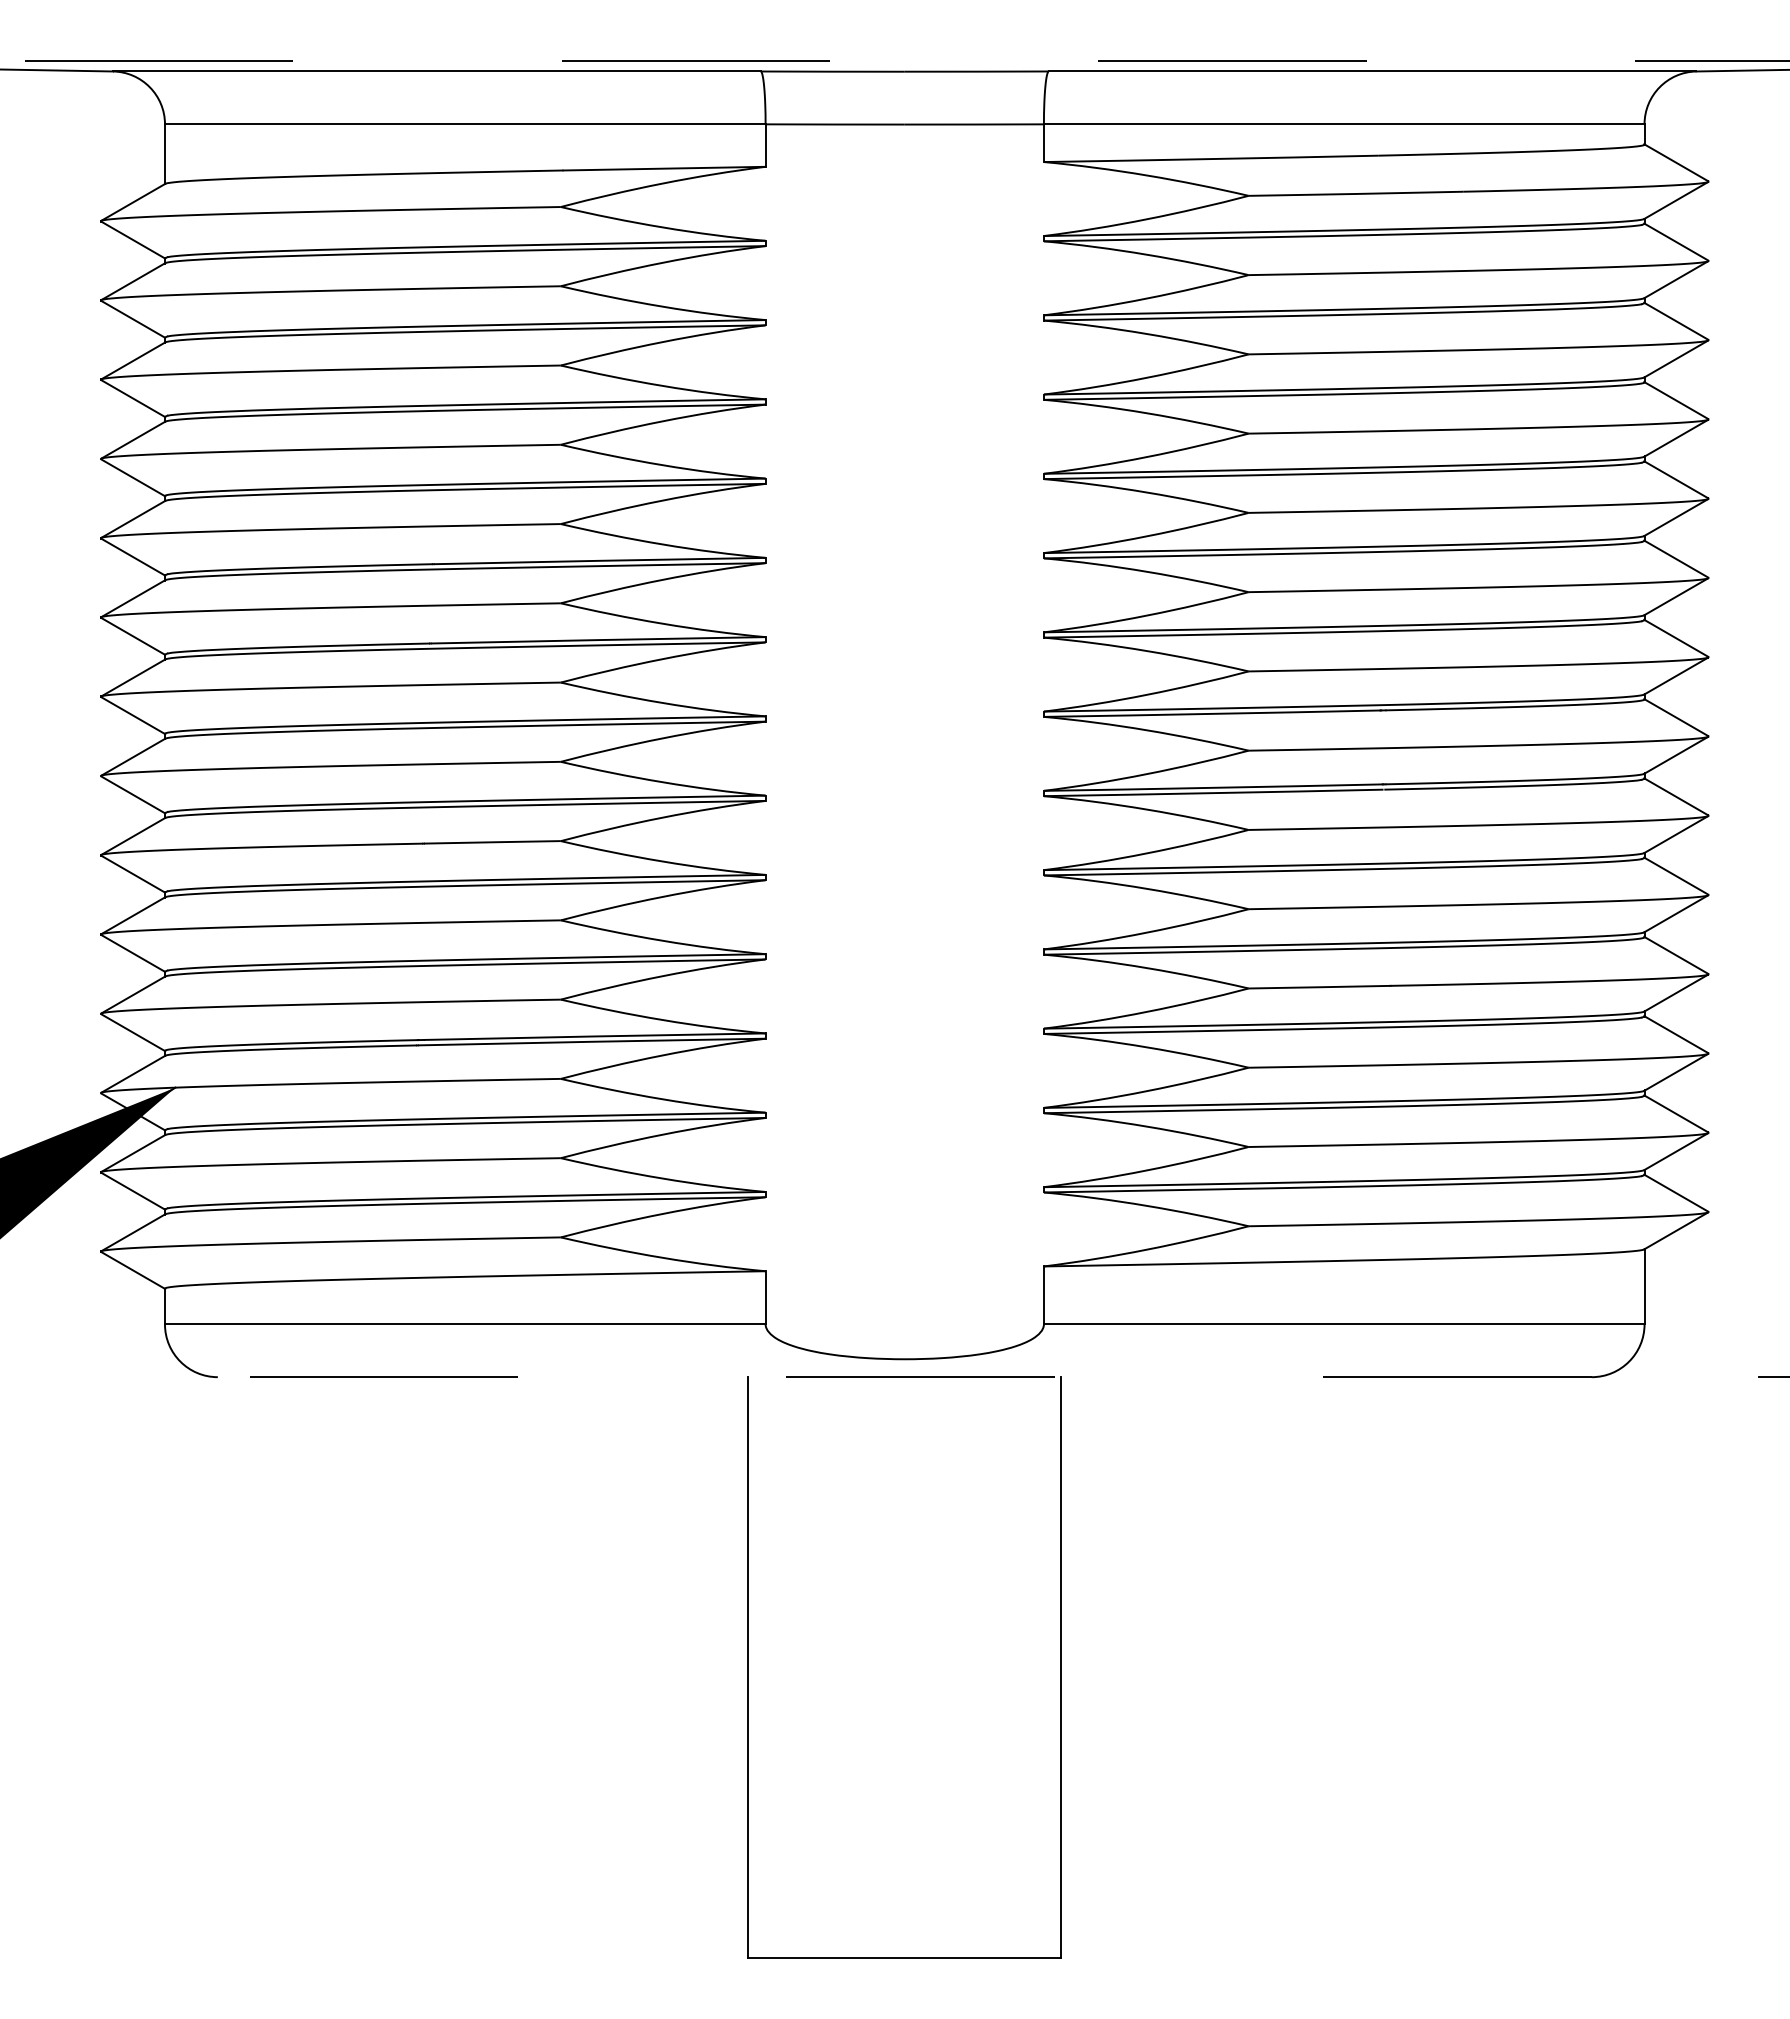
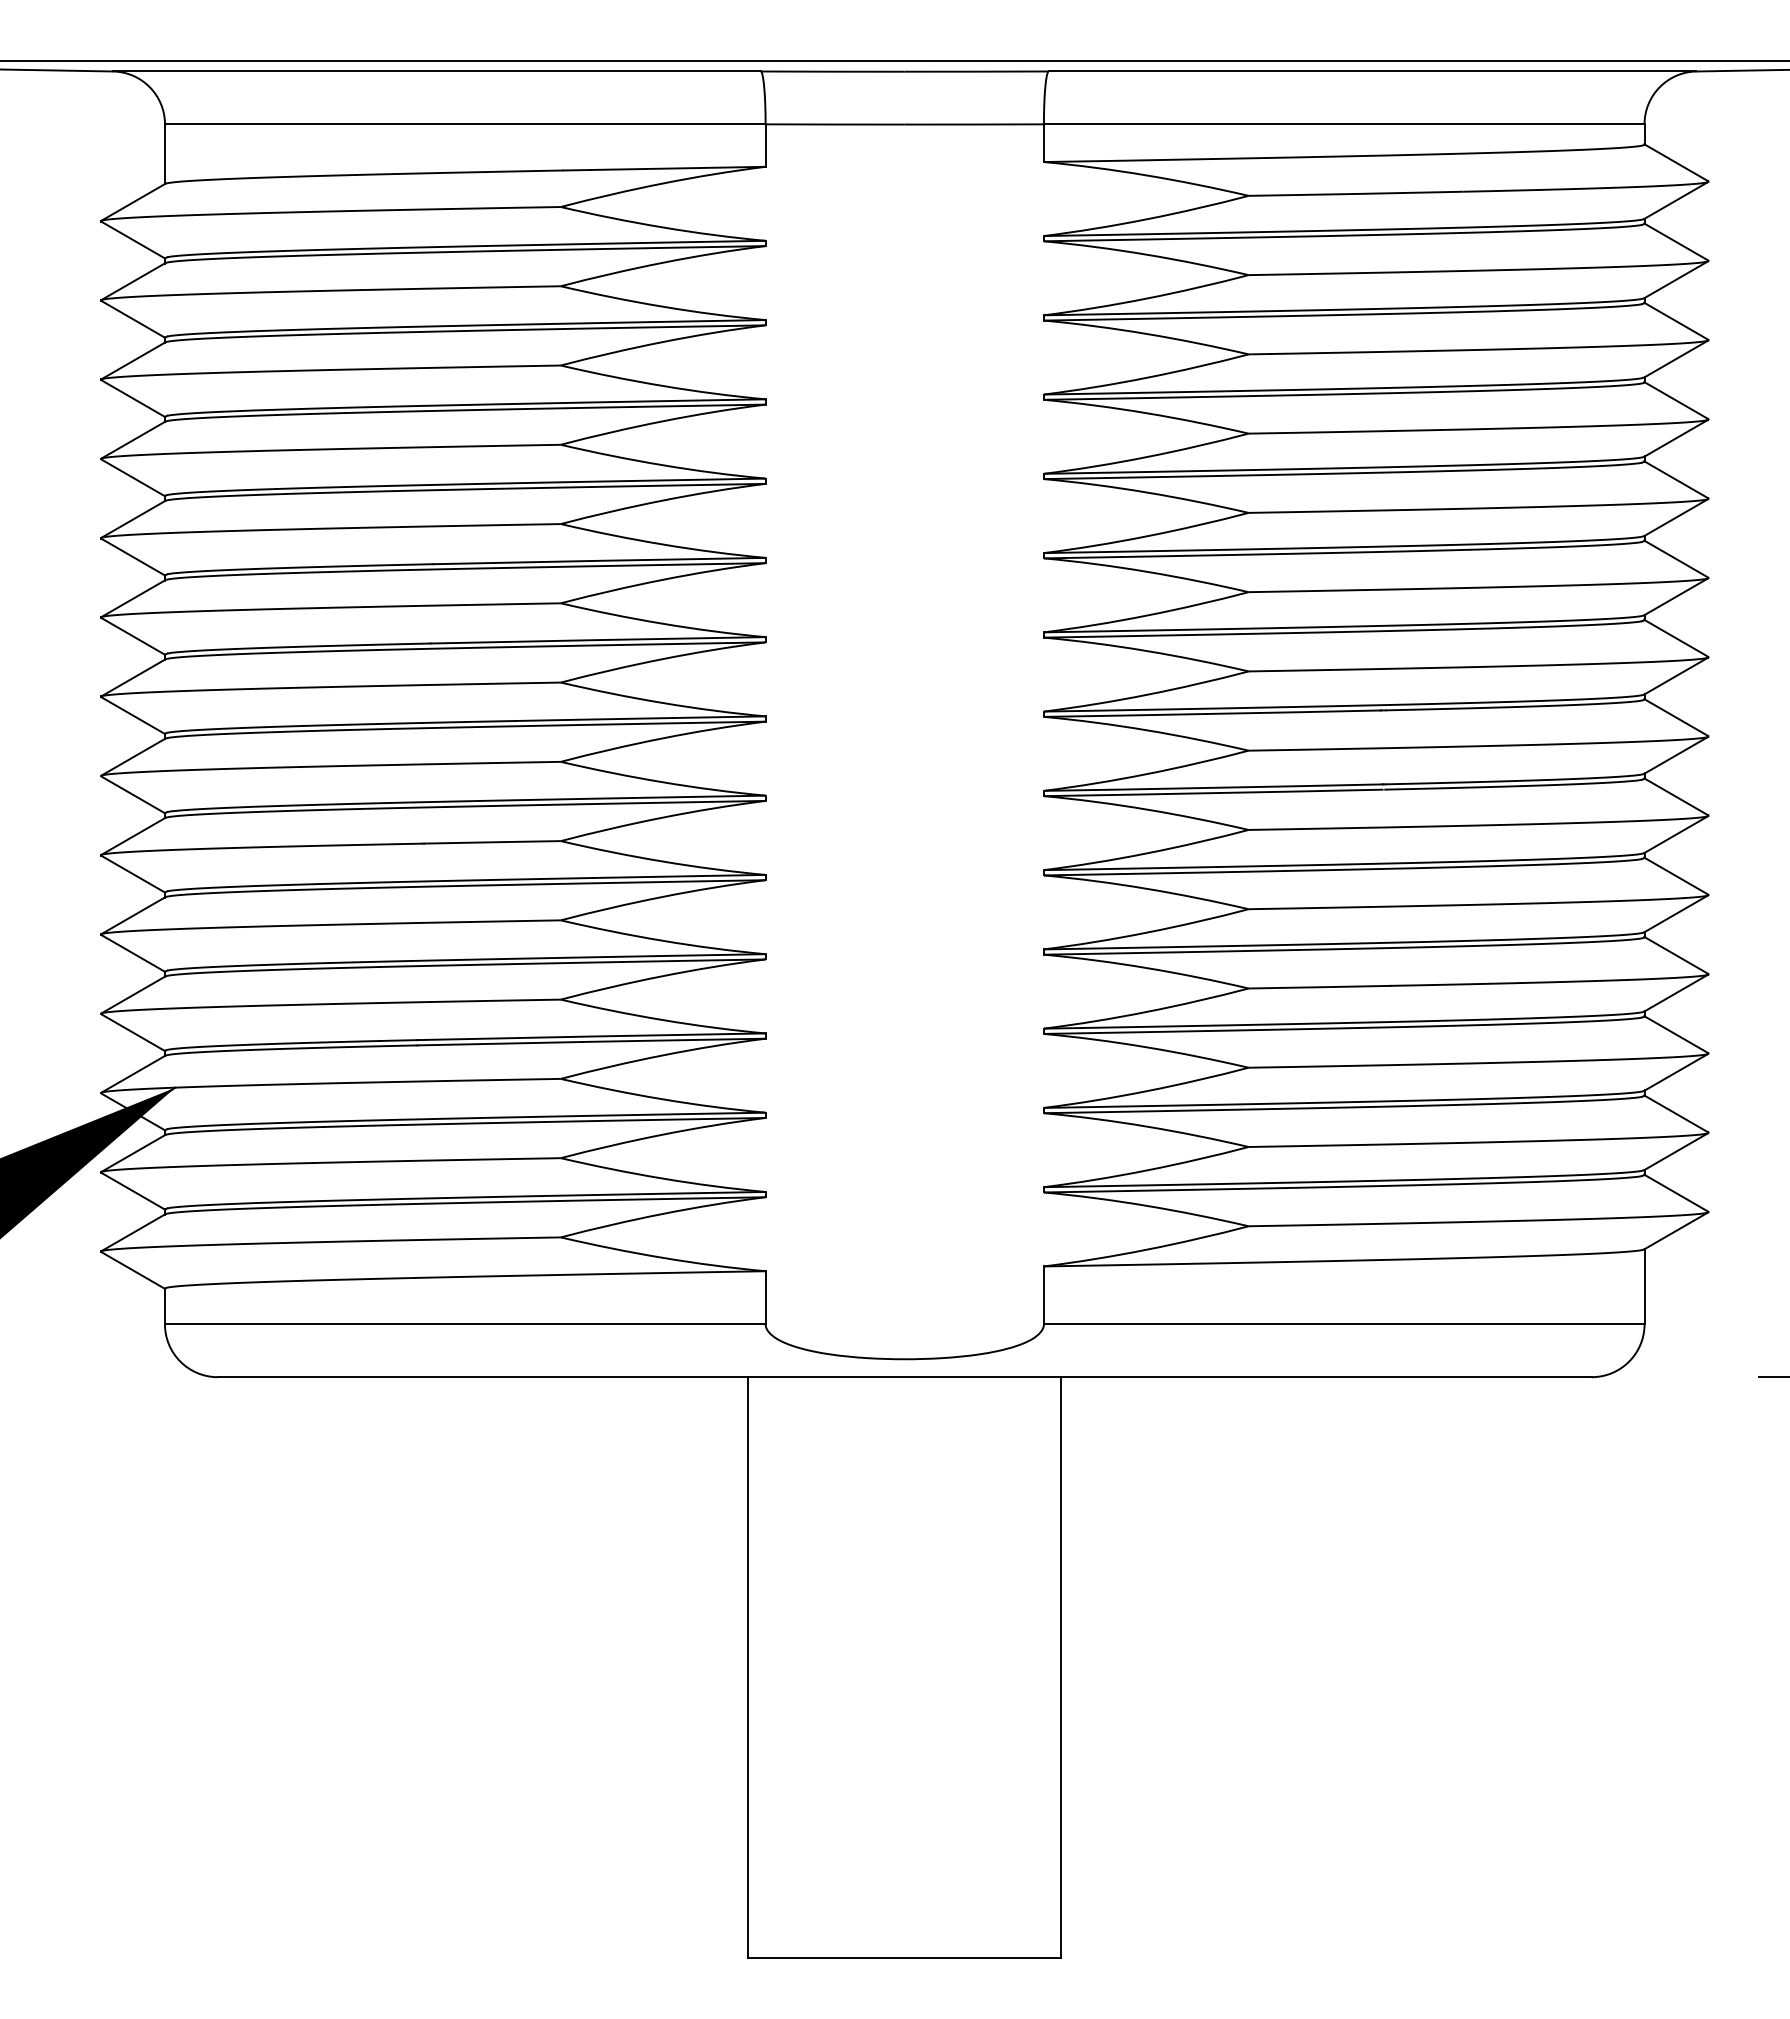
line at (895, 60): dashed -> solid
line at (904, 1377): dashed -> solid
